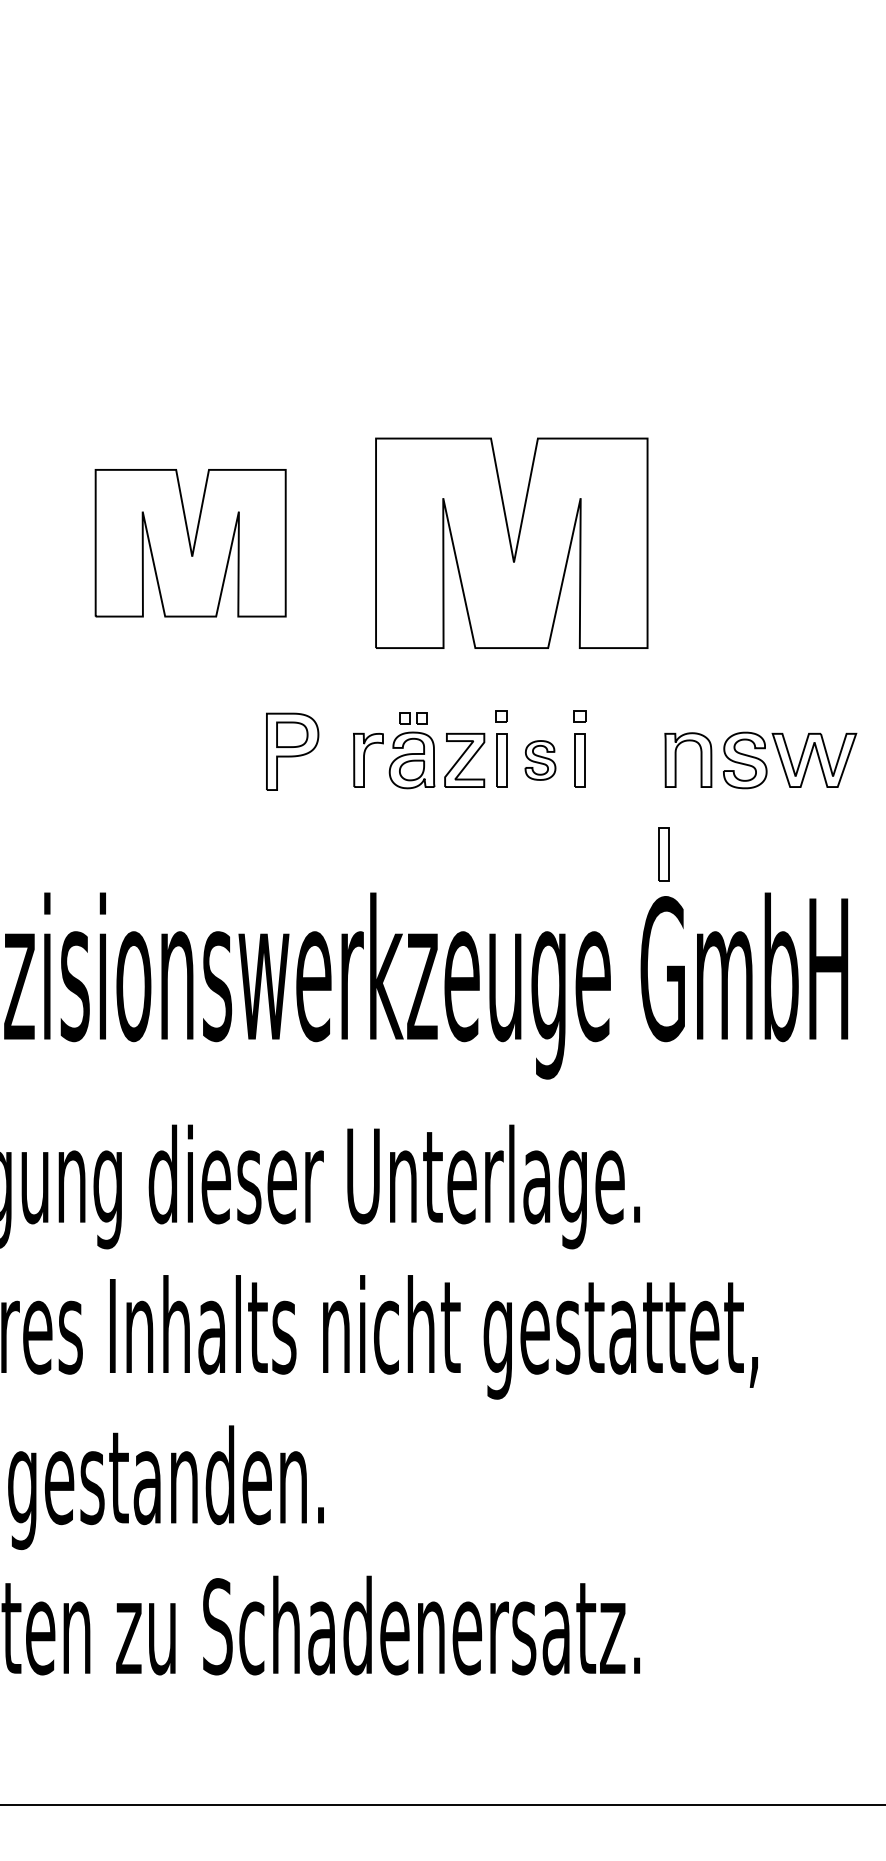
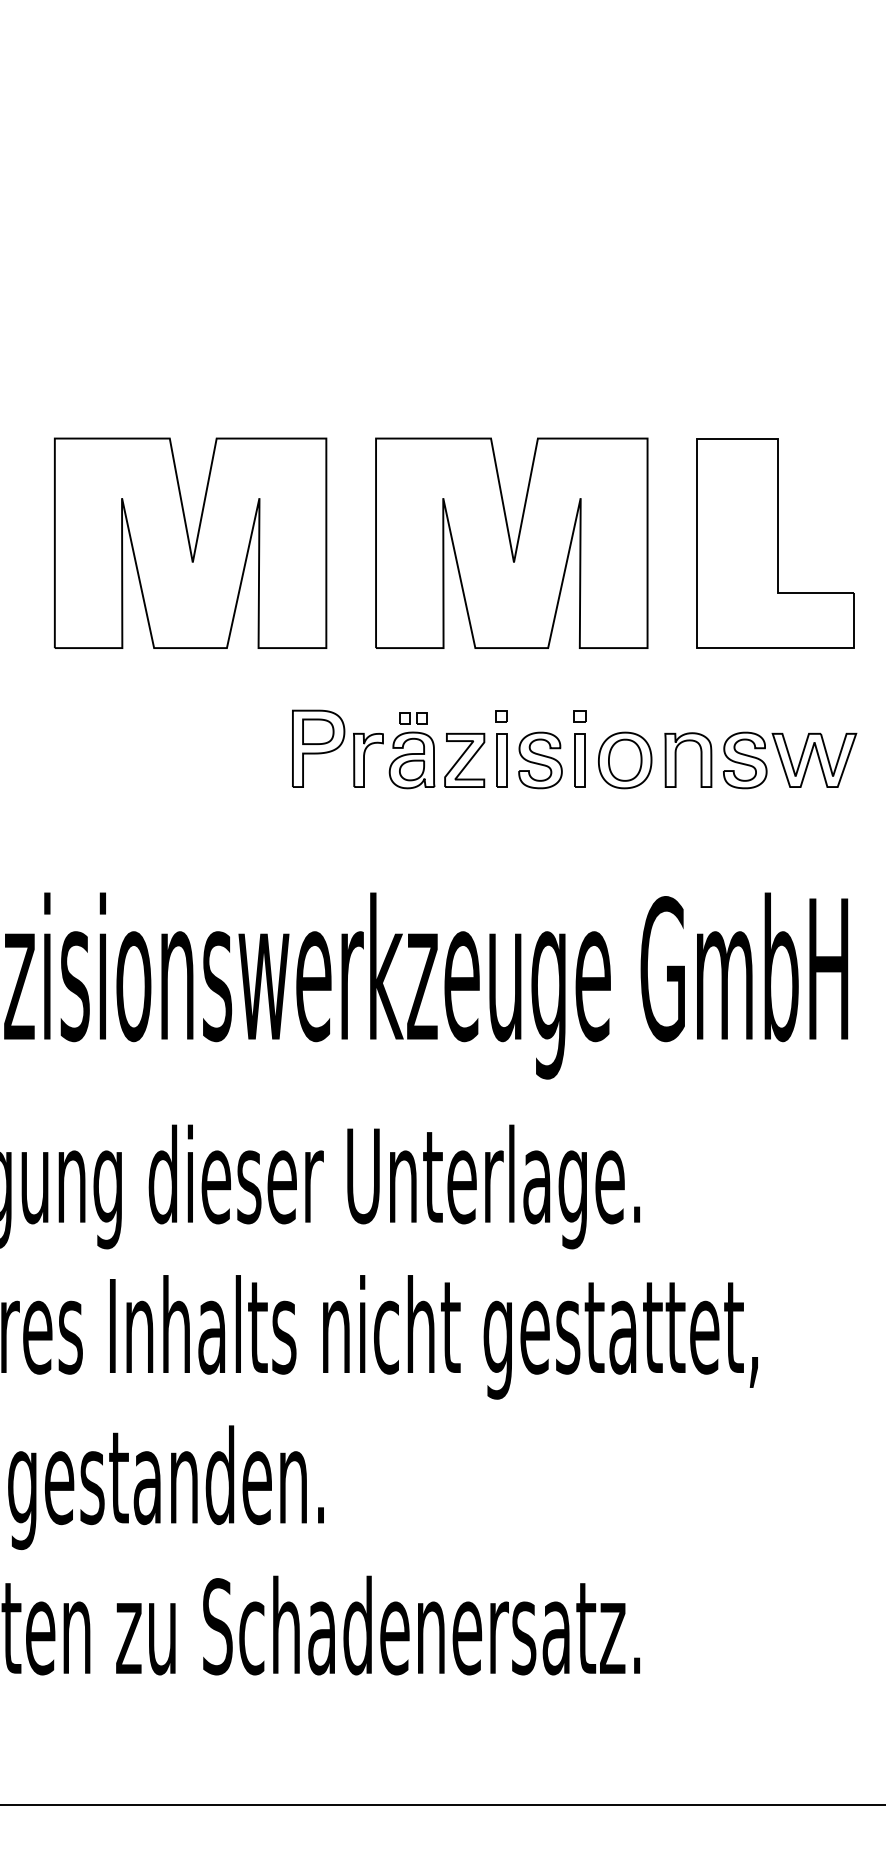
part at (190, 543) size: 193x149 px -> 274x212 px
part at (775, 543): none -> present
part at (292, 751) position: (292, 751) -> (318, 748)
part at (540, 760) size: 33x41 px -> 45x59 px
part at (625, 760): none -> present
part at (663, 854): present -> none
